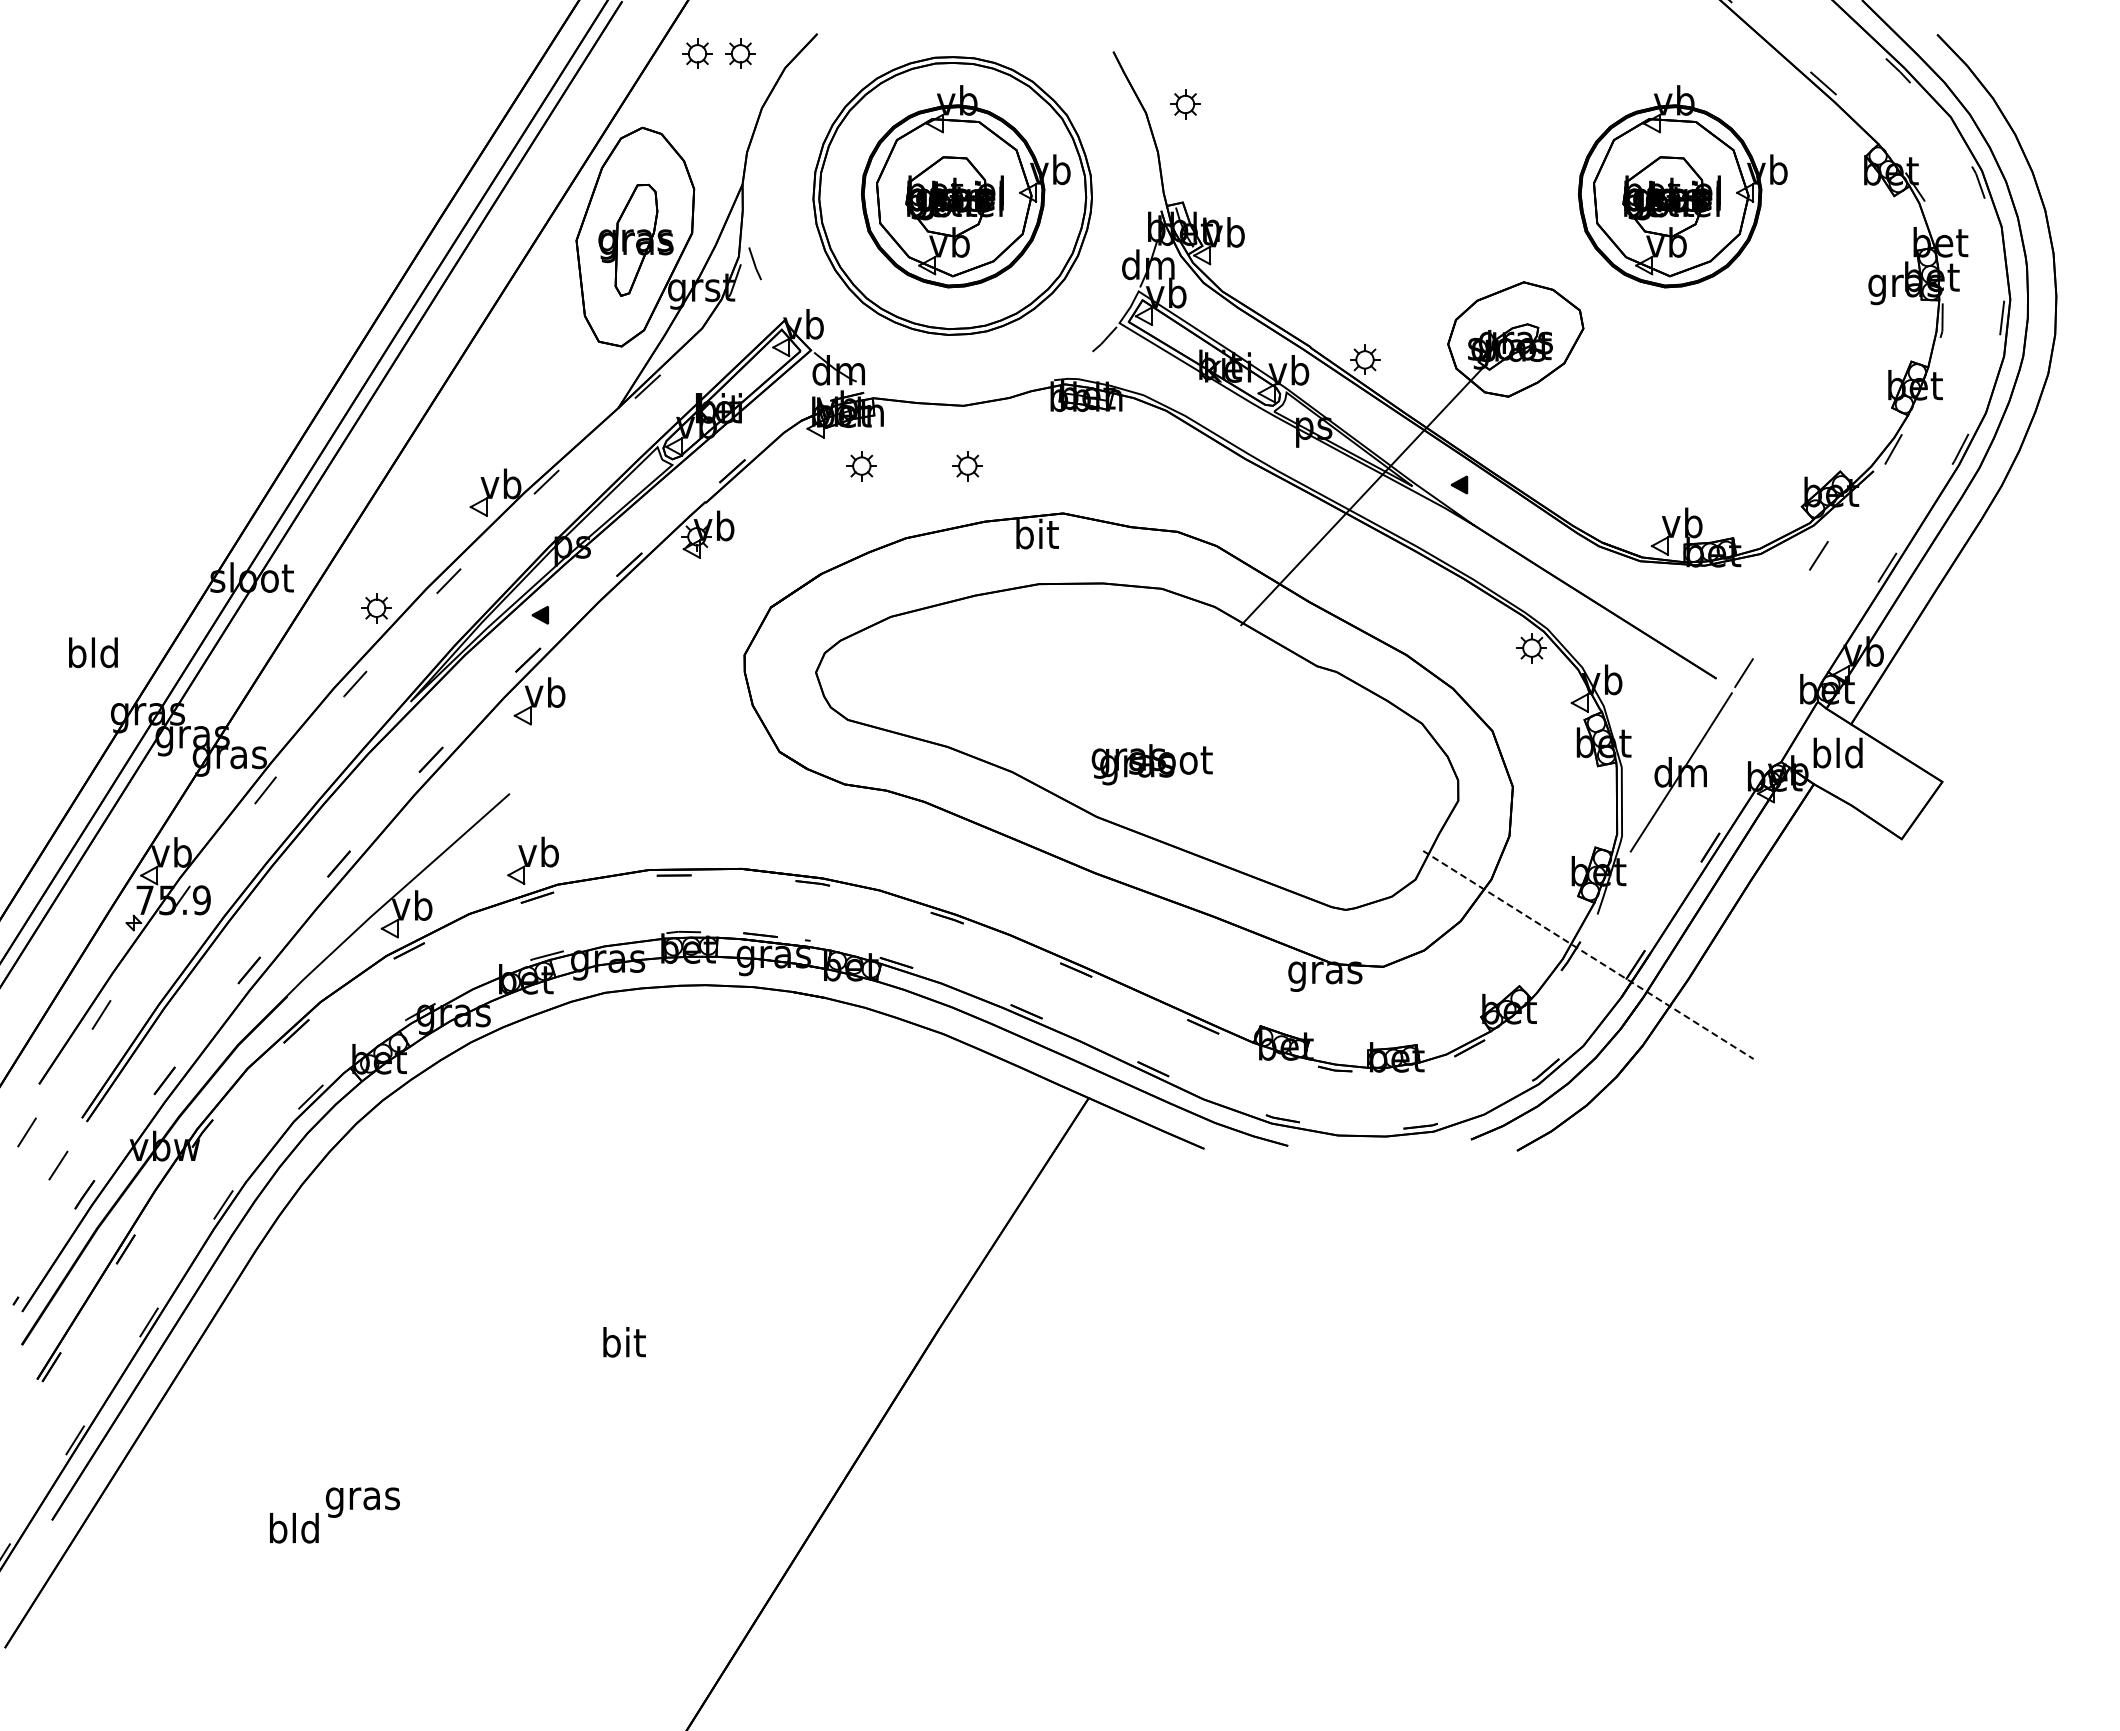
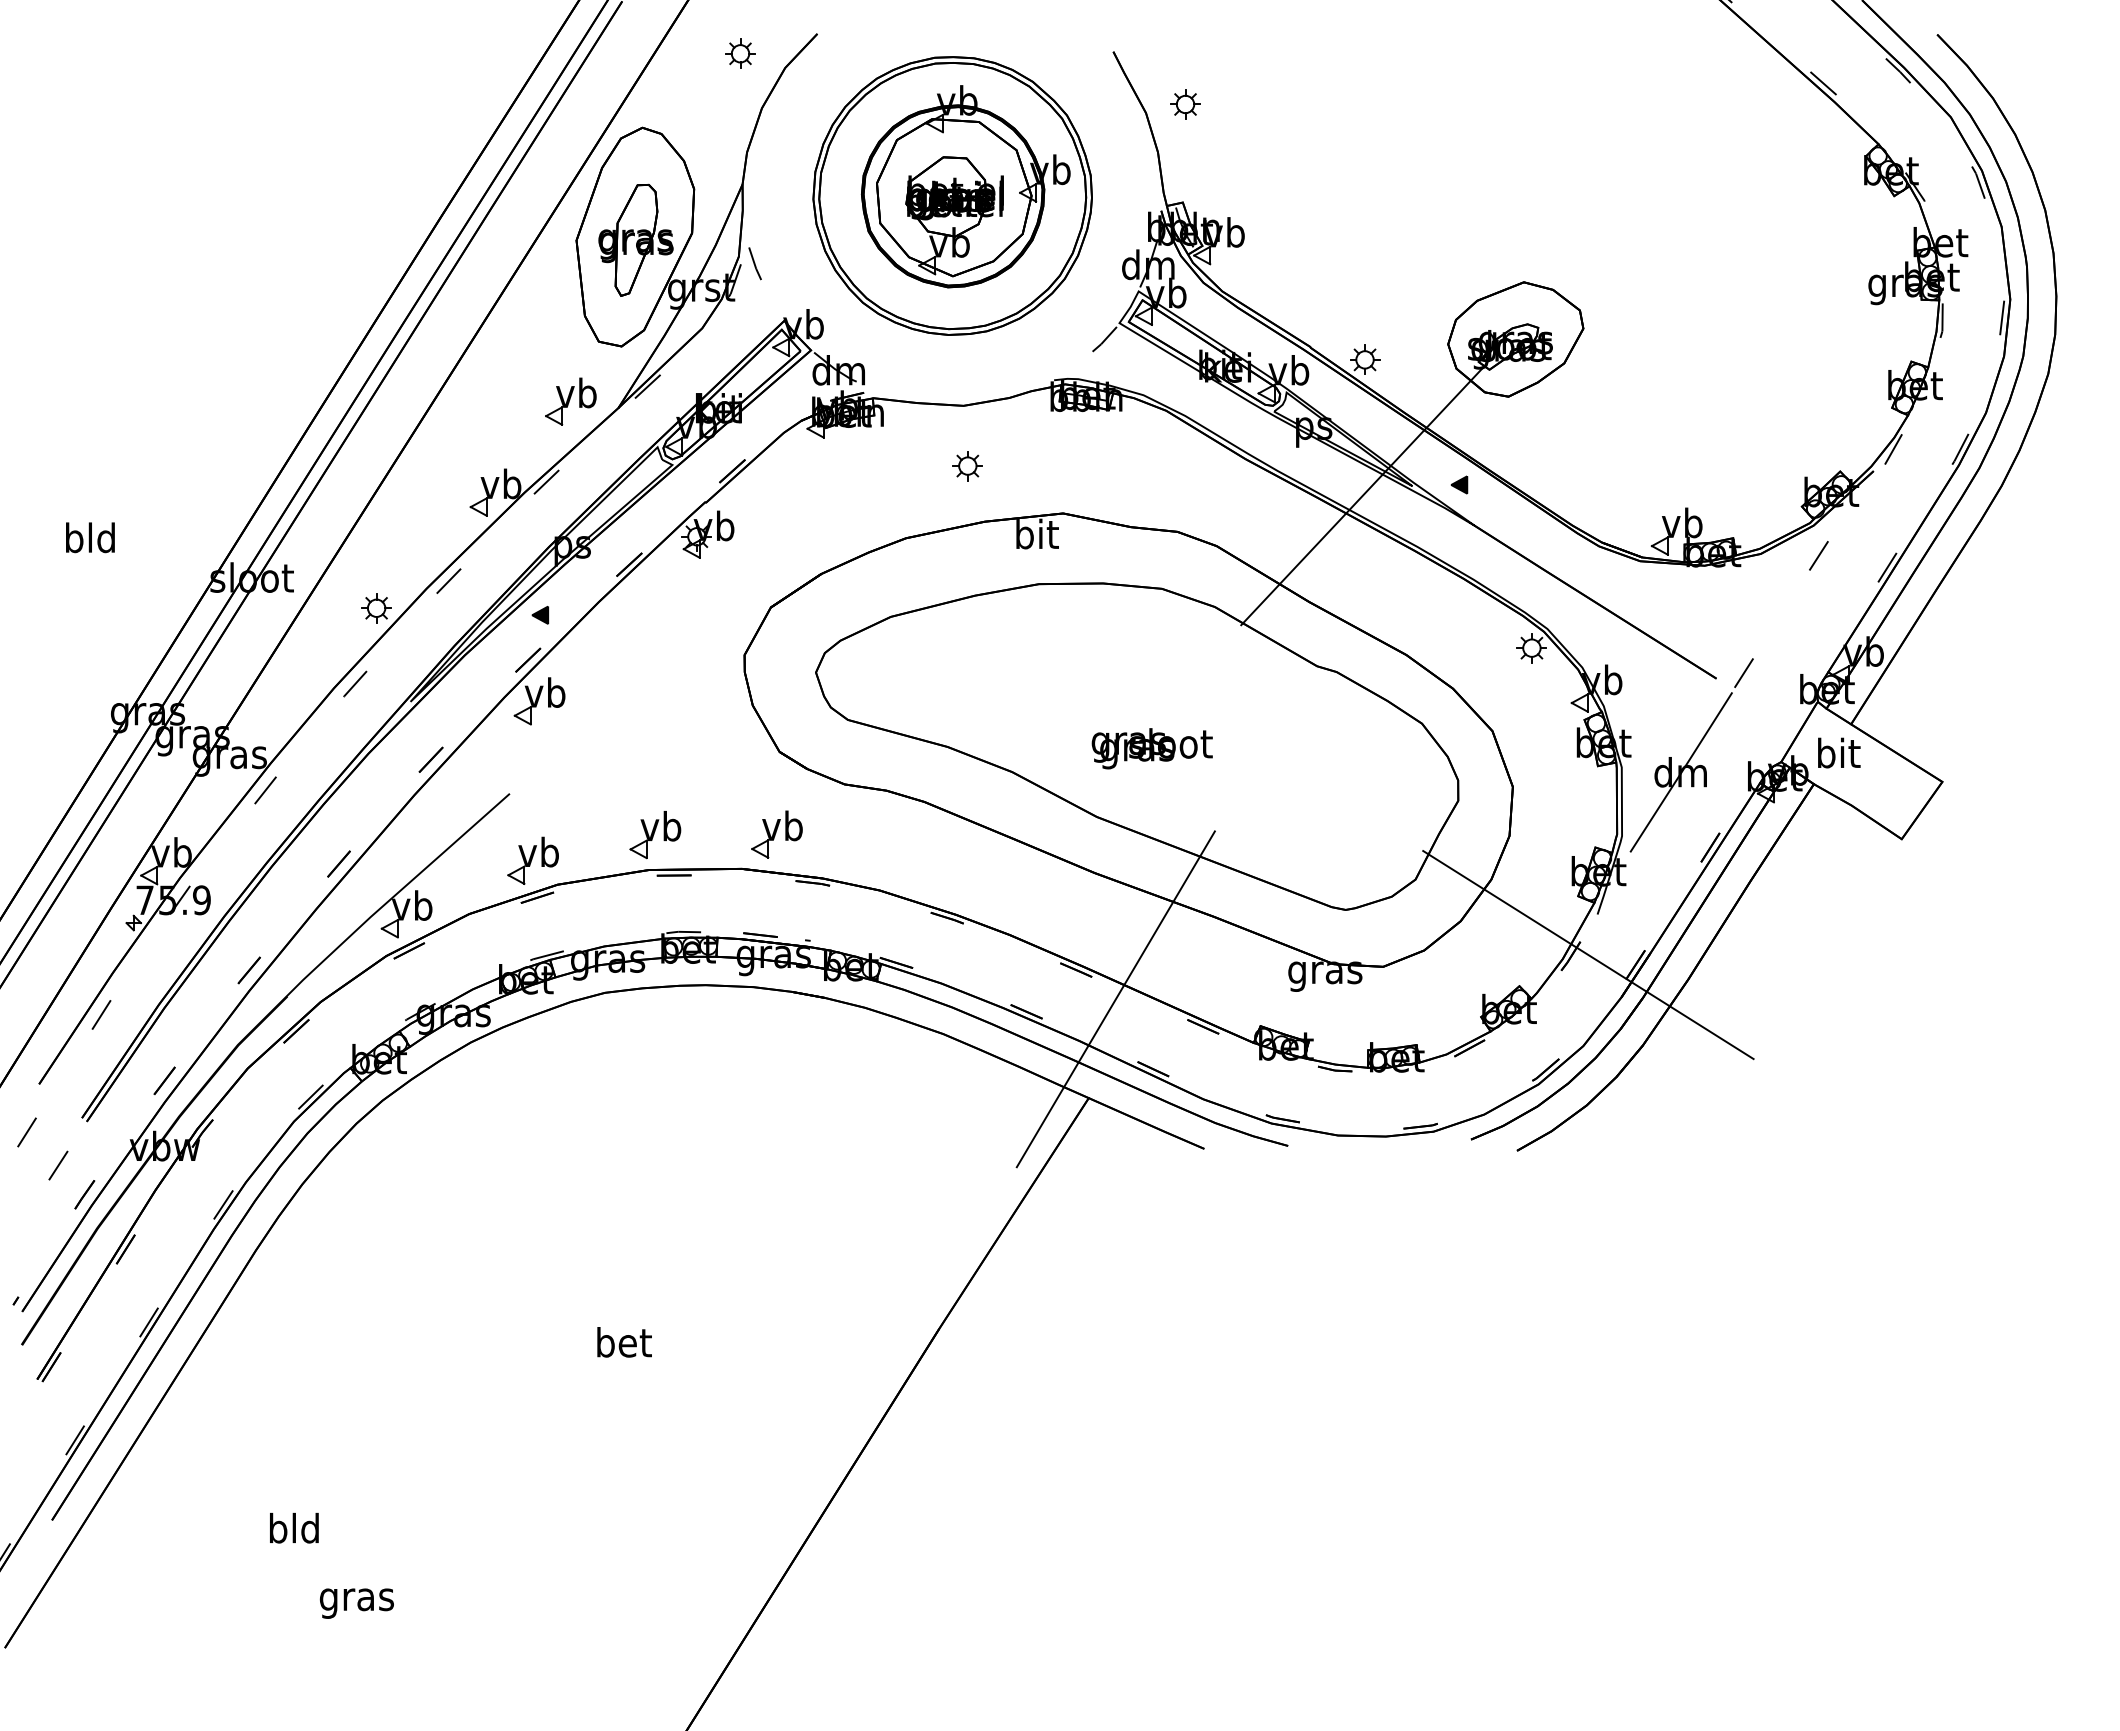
part at (697, 53): present -> none
part at (1682, 186): present -> none
part at (570, 401): none -> present
part at (861, 466): present -> none
text at (93, 652) position: (93, 652) -> (90, 537)
text at (1837, 752): bld -> bit
text at (1151, 764) position: (1151, 764) -> (1151, 748)
part at (776, 834): none -> present
part at (655, 835): none -> present
line at (1588, 955): dashed -> solid
line at (1115, 999): none -> present
text at (624, 1342): bit -> bet
text at (362, 1502) position: (362, 1502) -> (356, 1603)
